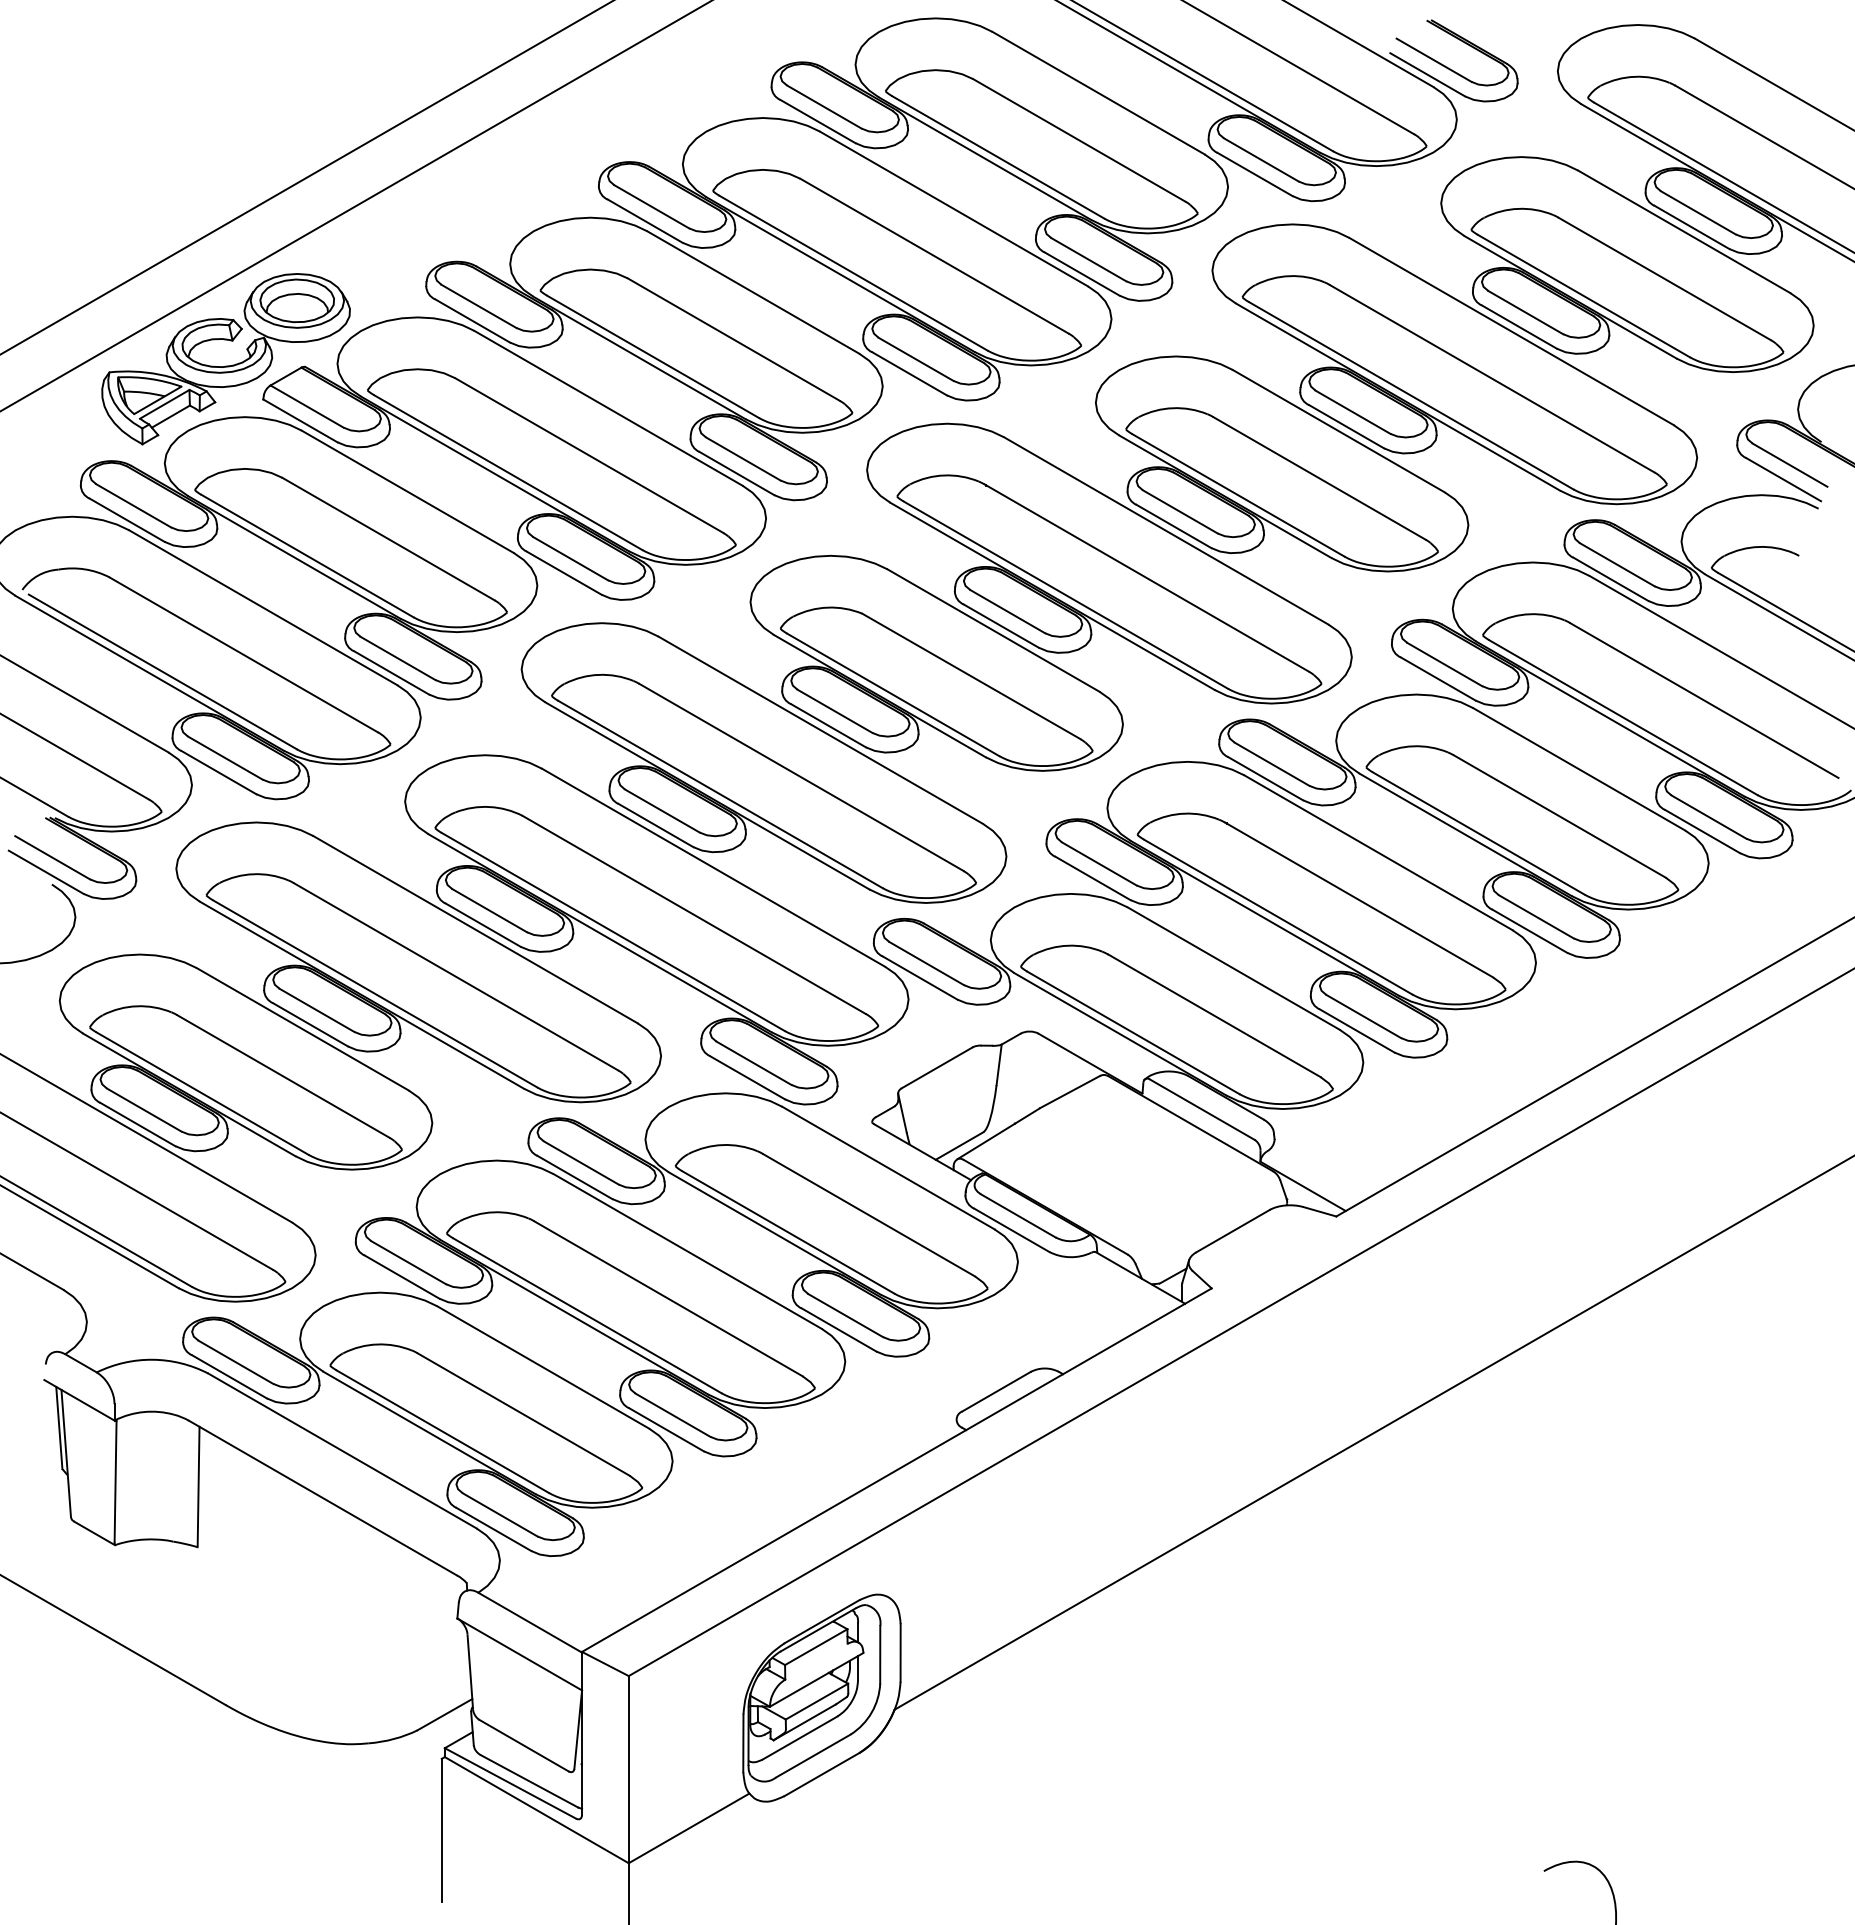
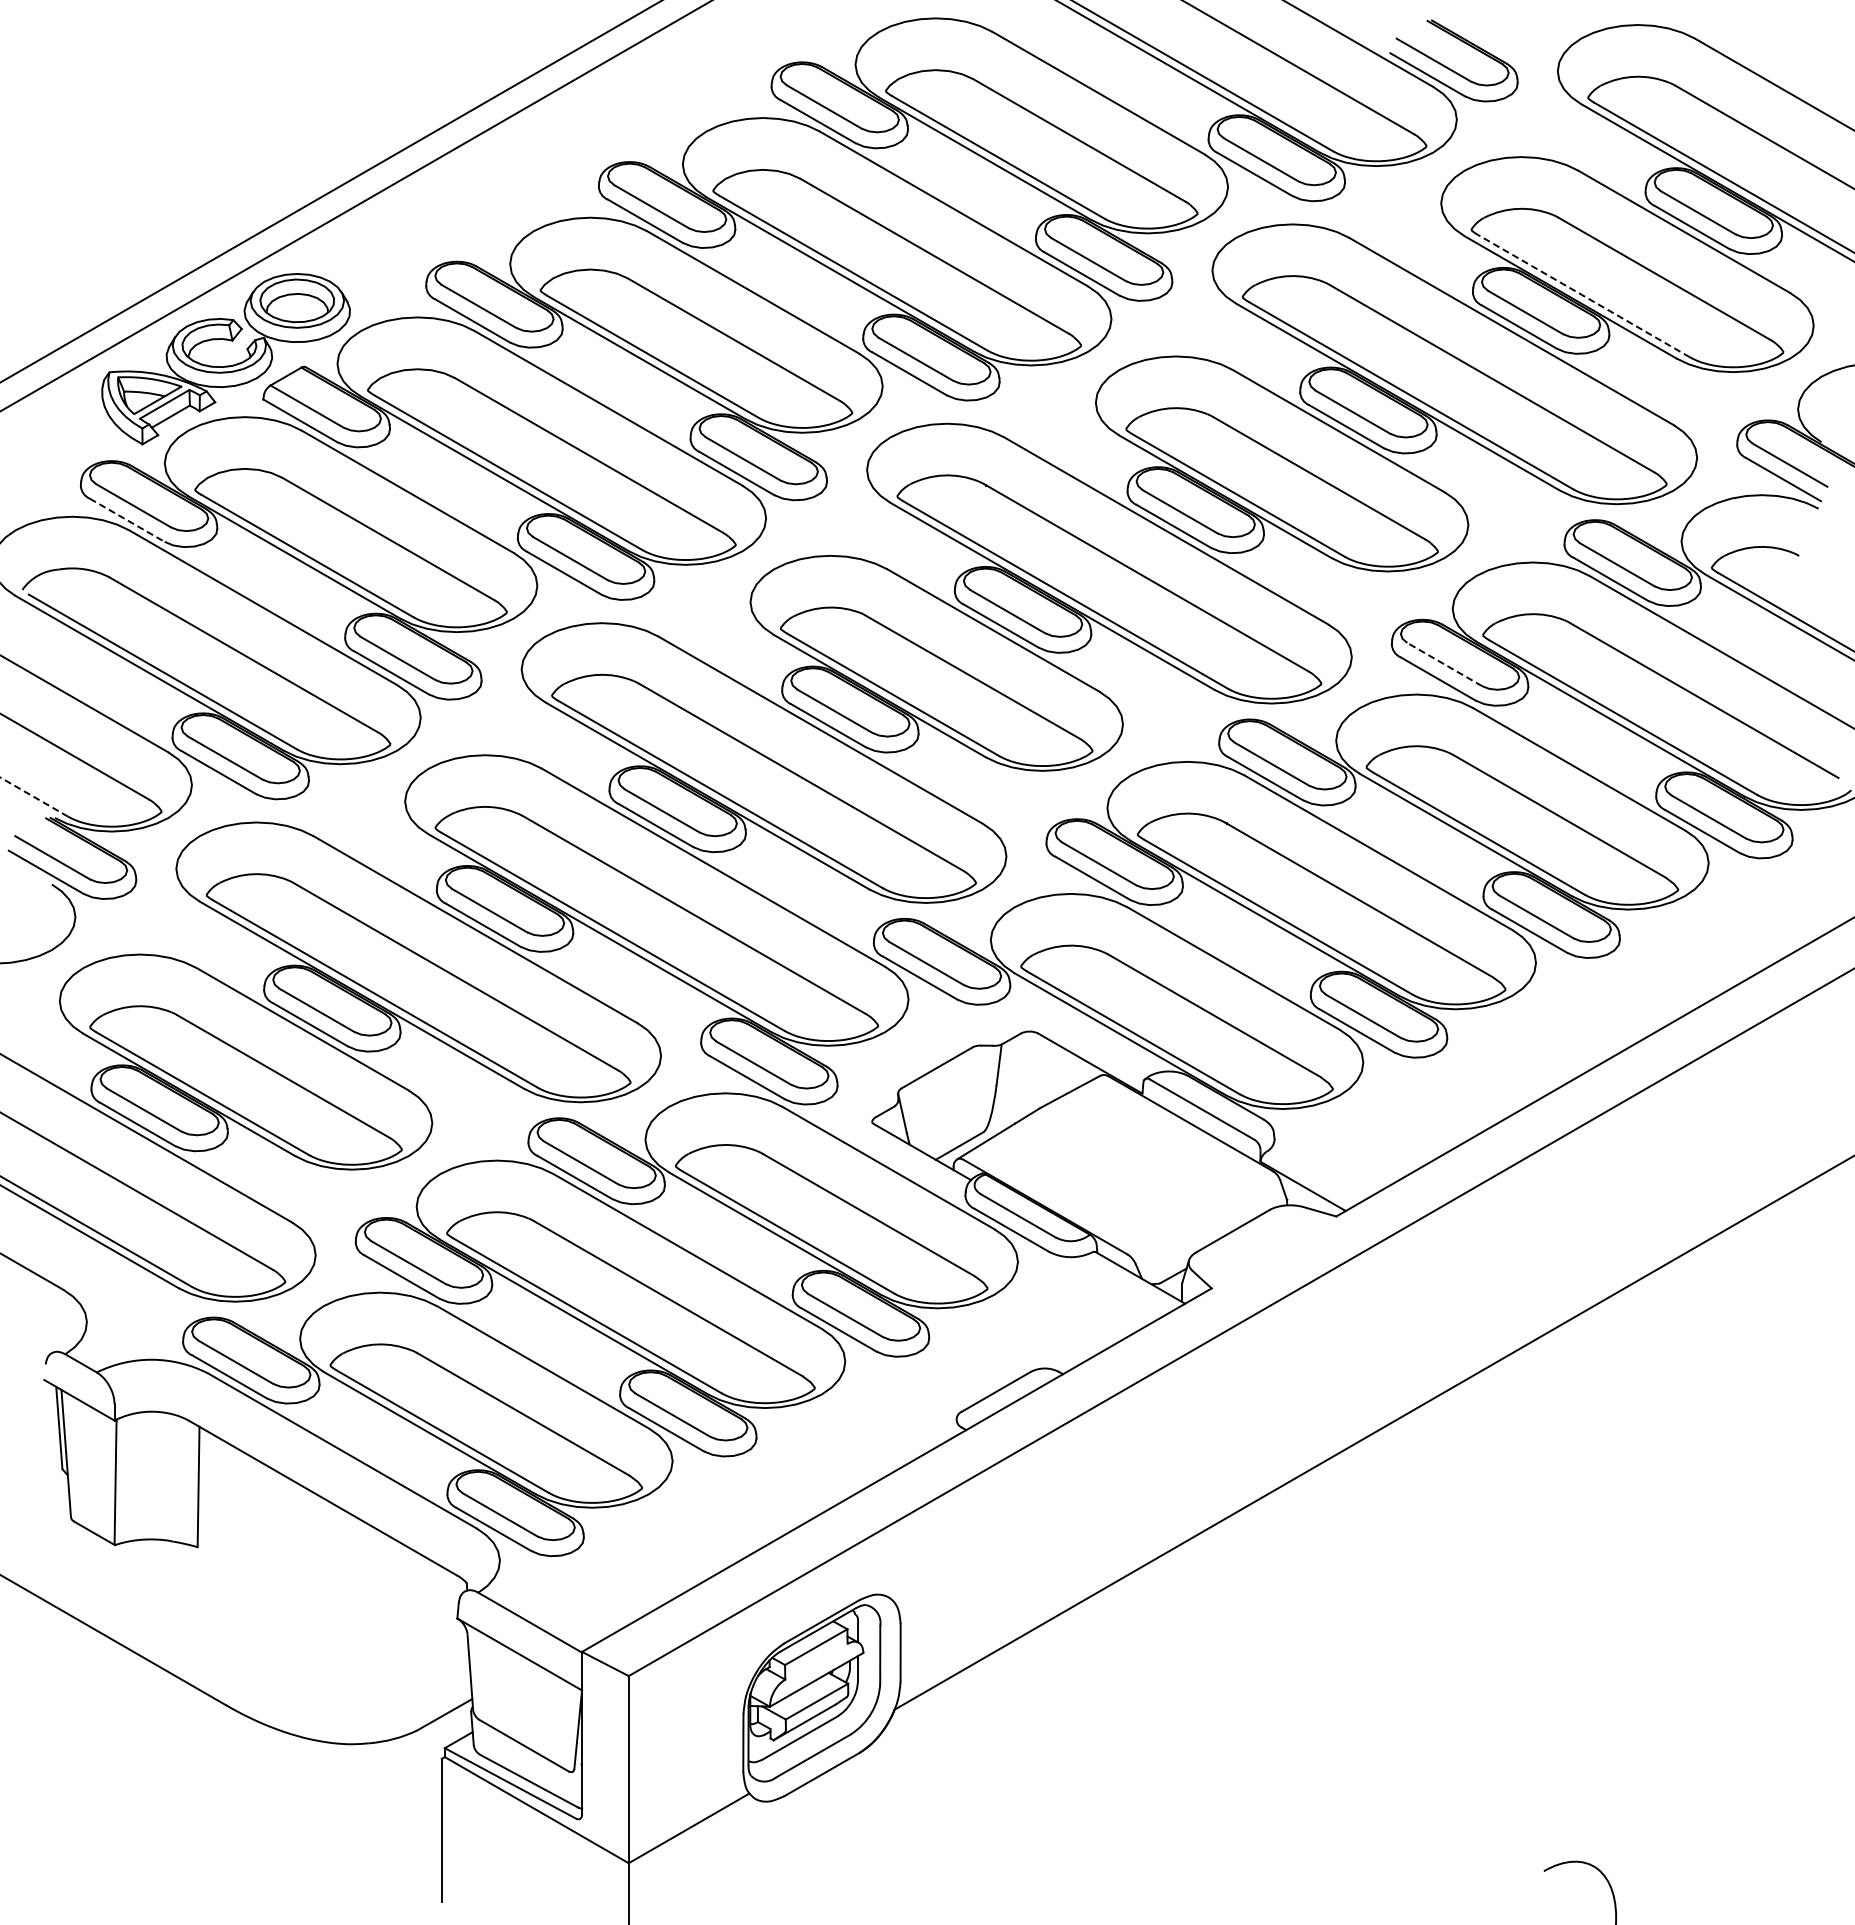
line at (306, 177) position: (306, 177) -> (330, 191)
line at (1583, 295): solid -> dashed
line at (127, 520): solid -> dashed
line at (1444, 664): solid -> dashed
line at (34, 797): solid -> dashed
